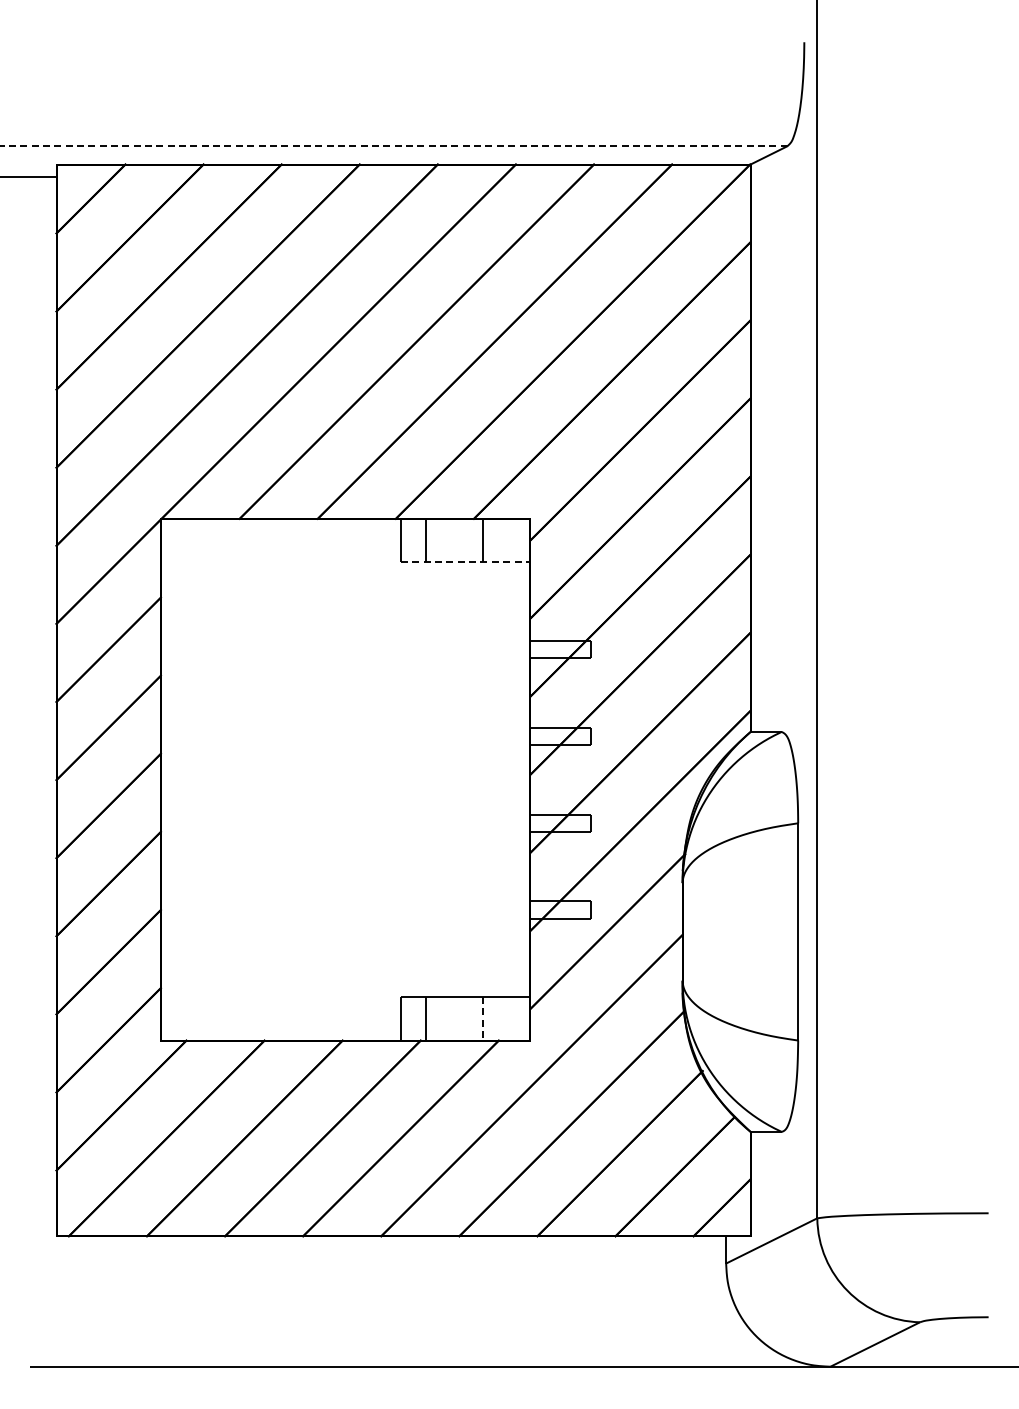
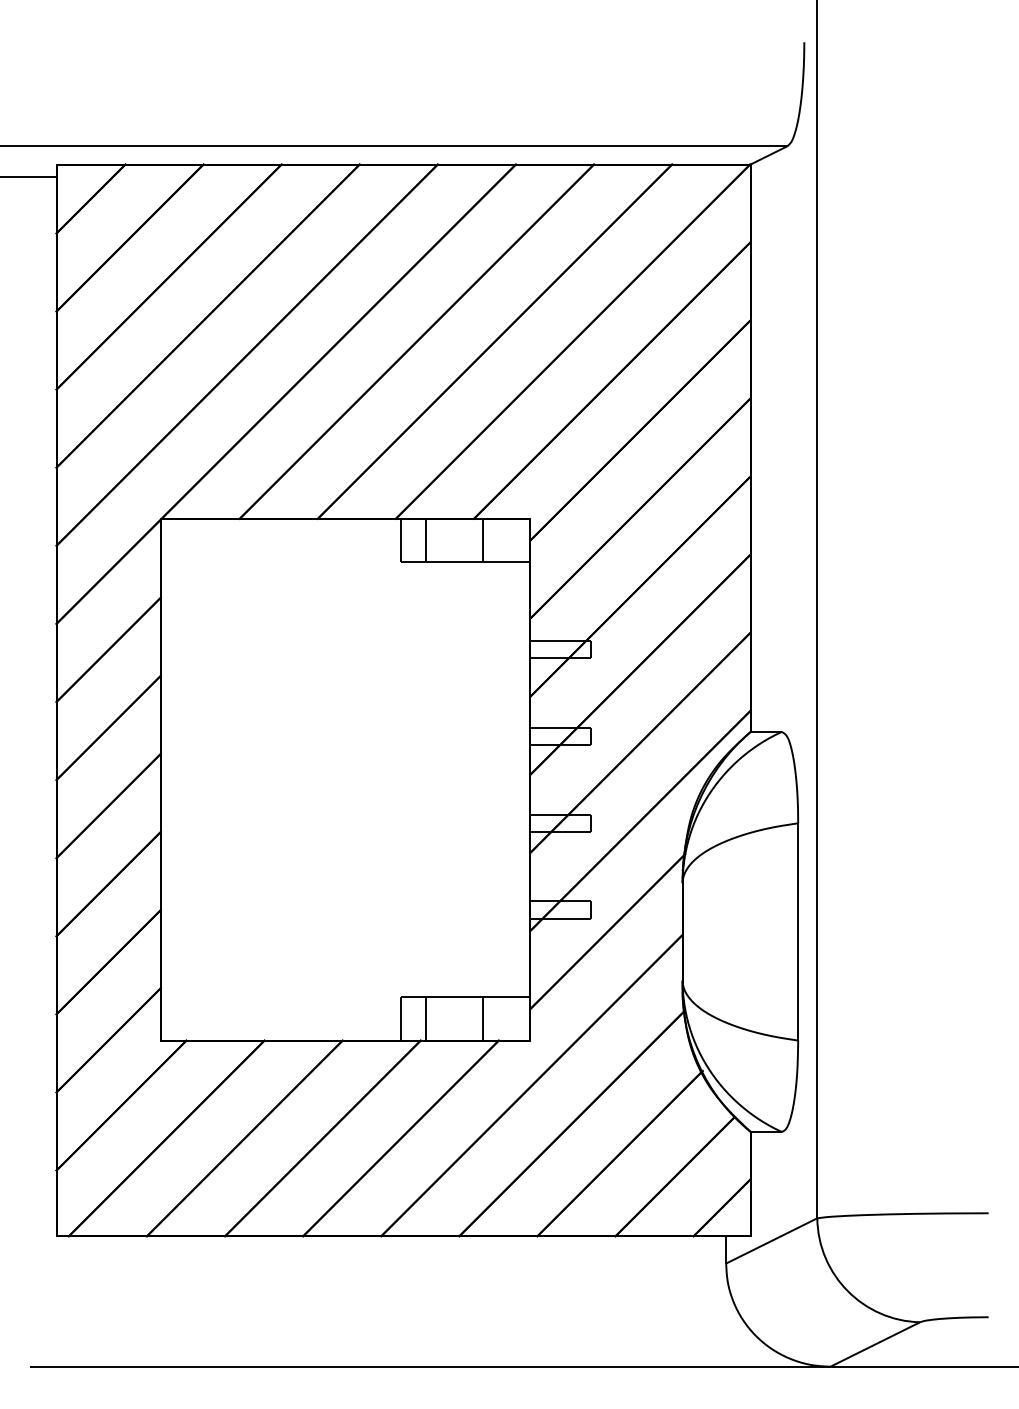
line at (393, 146): dashed -> solid
line at (465, 562): dashed -> solid
line at (482, 1018): dashed -> solid
